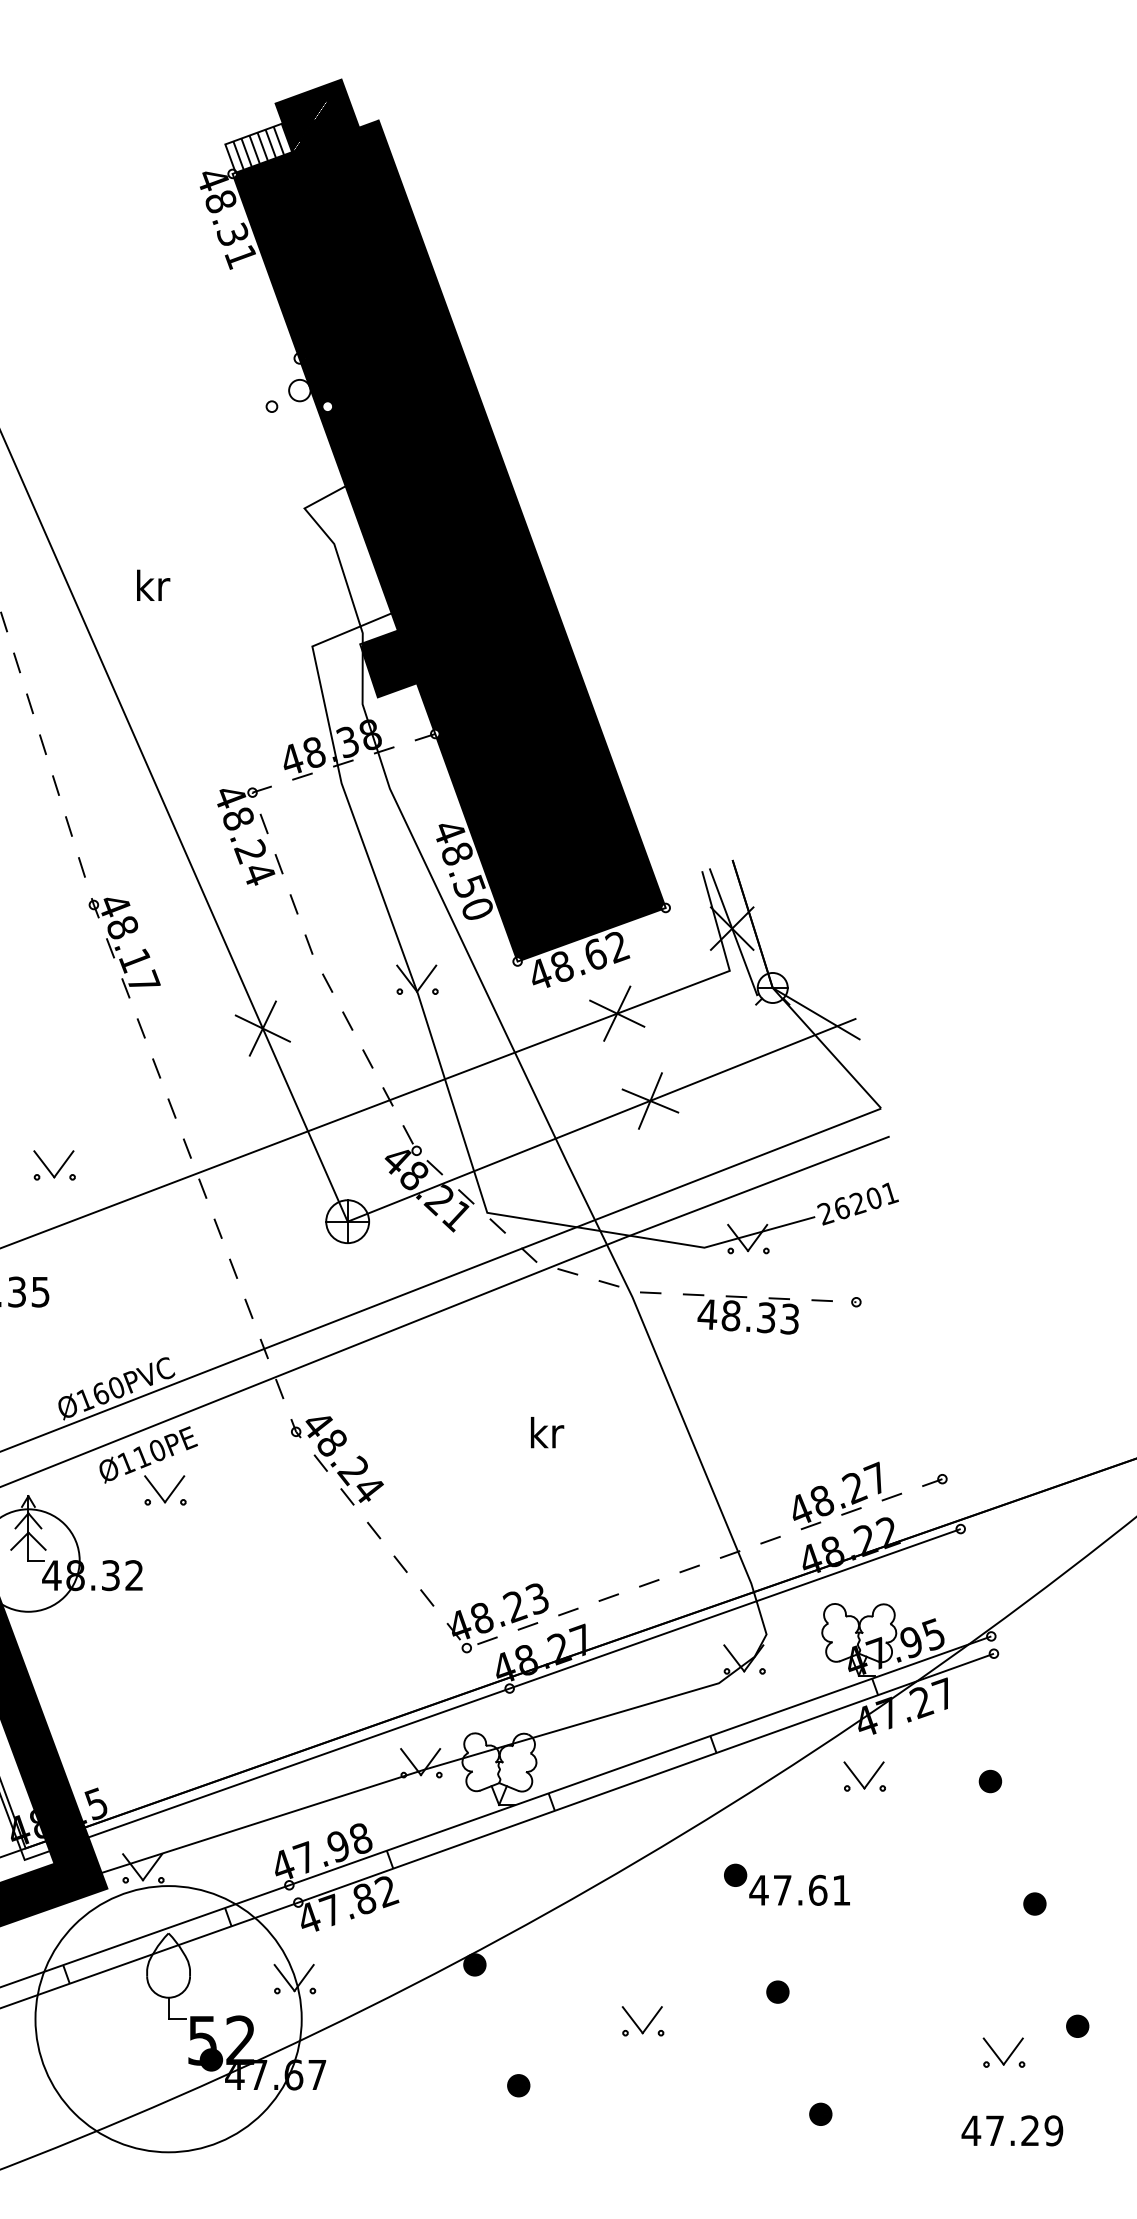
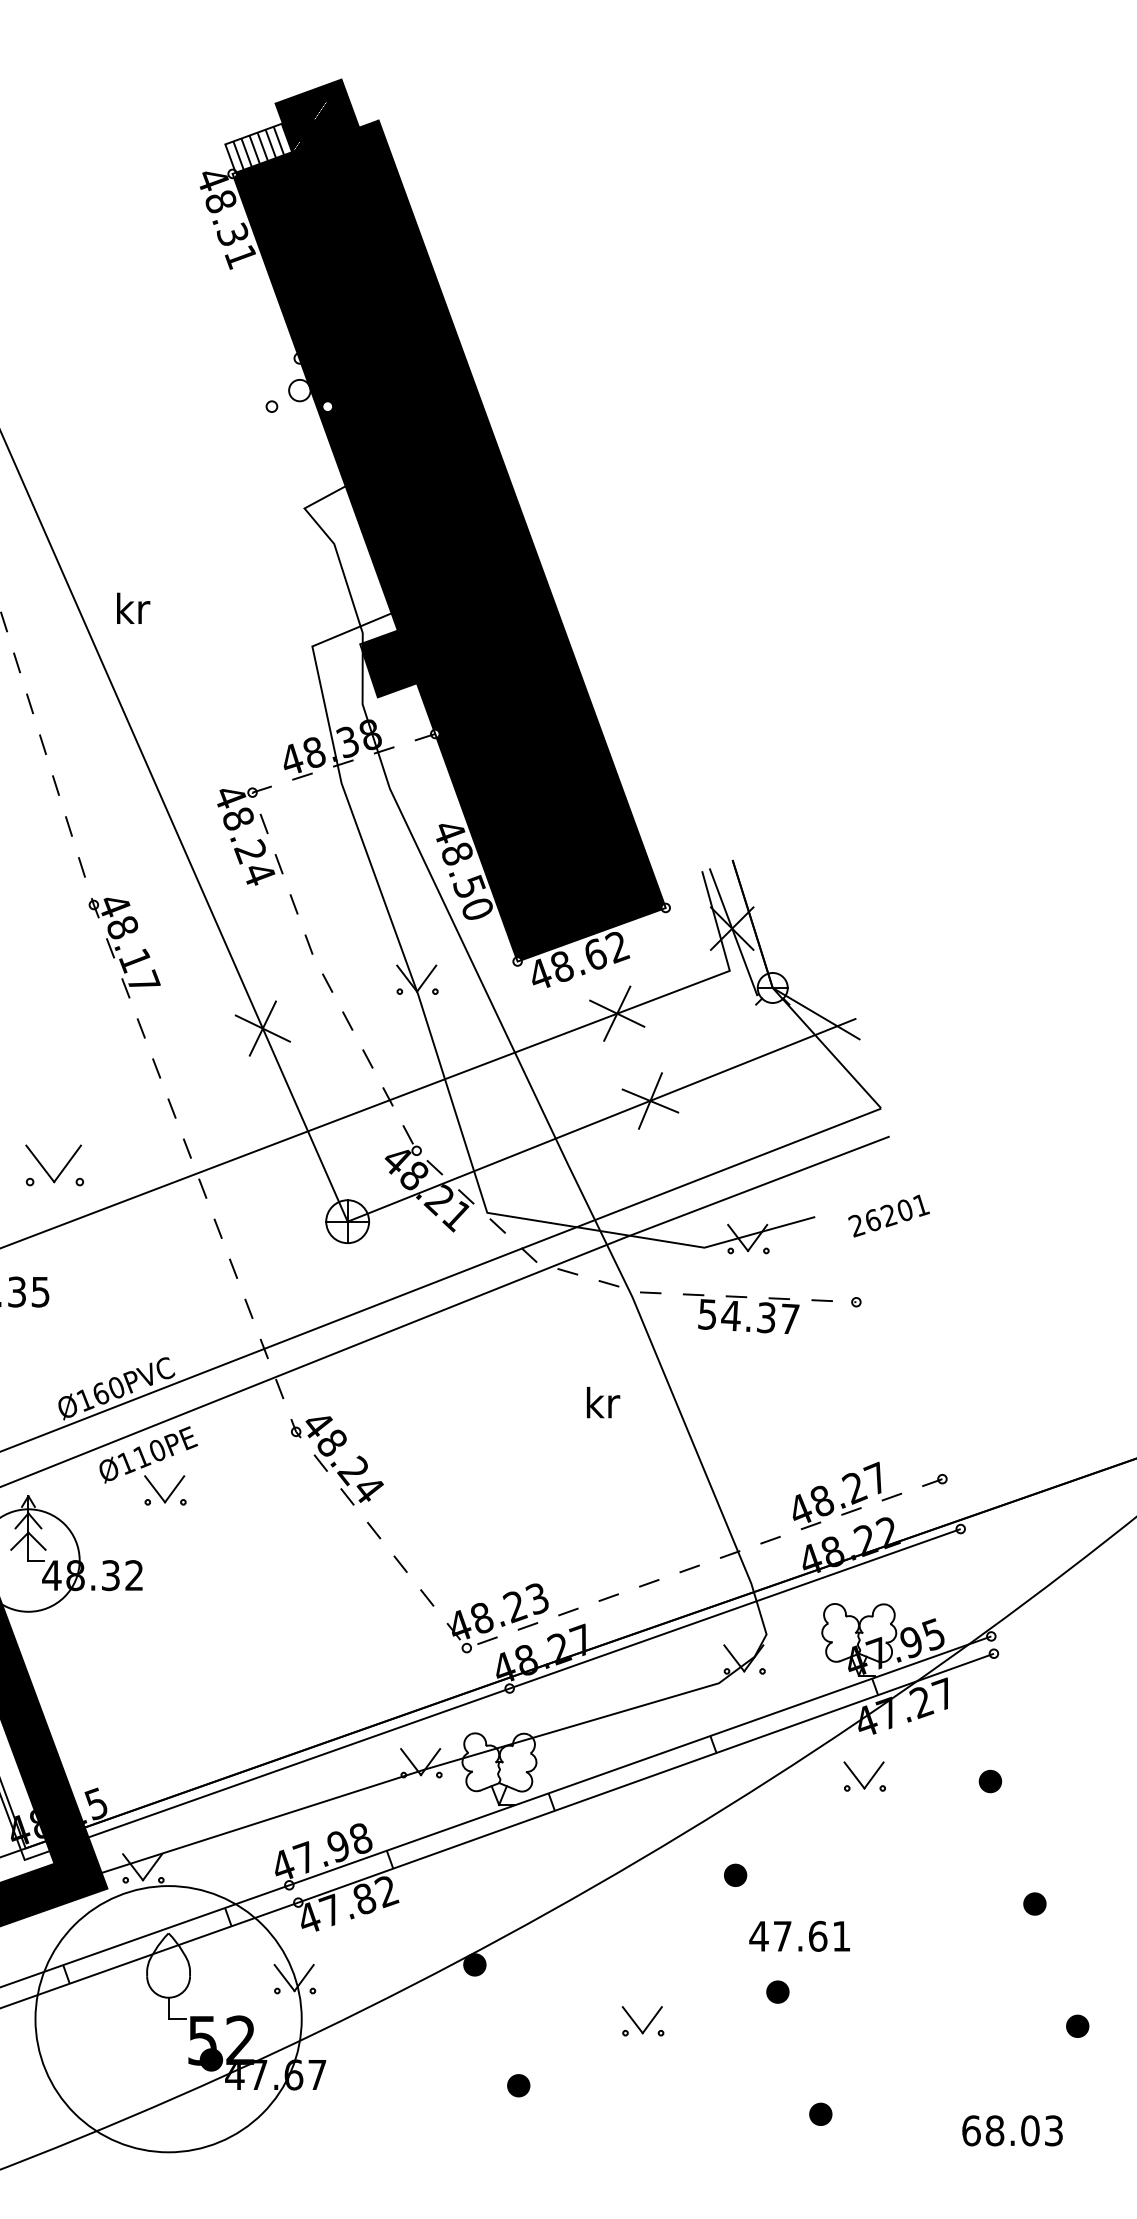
text at (153, 584) position: (153, 584) -> (133, 607)
part at (54, 1165) size: 43x31 px -> 60x43 px
text at (857, 1203) position: (857, 1203) -> (888, 1215)
text at (748, 1316): 48.33 -> 54.37
text at (547, 1432) position: (547, 1432) -> (603, 1402)
text at (799, 1889) position: (799, 1889) -> (799, 1935)
part at (997, 2054): present -> none
text at (1012, 2130): 47.29 -> 68.03
